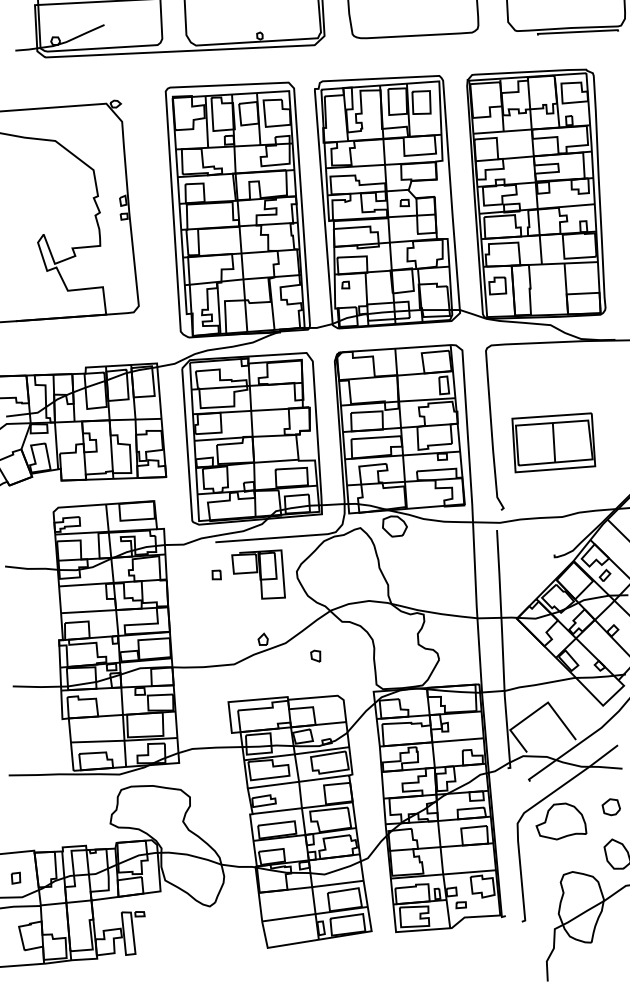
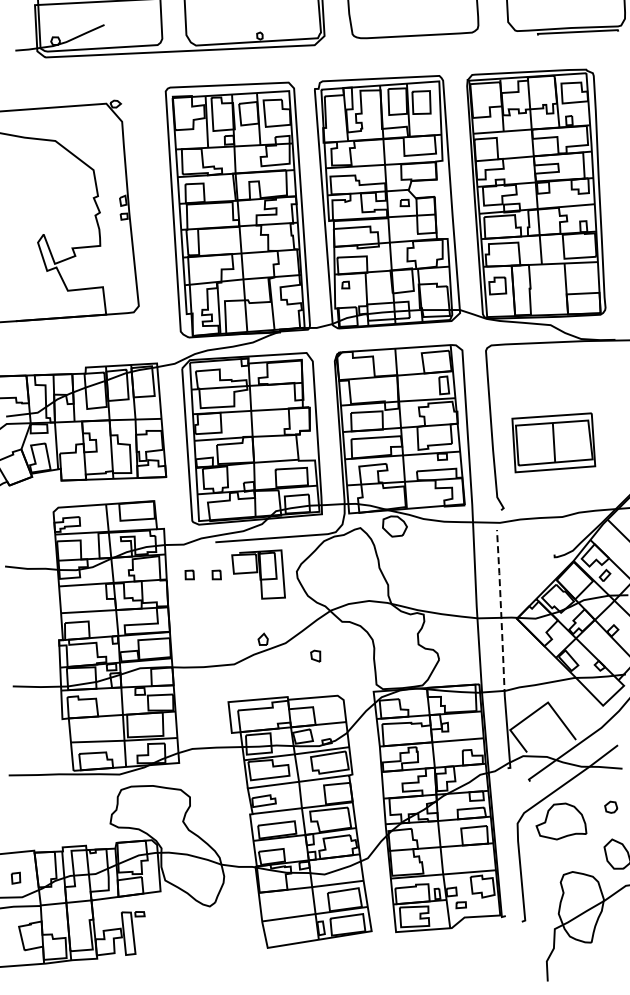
part at (189, 574): none -> present
line at (501, 612): solid -> dashed
part at (610, 807) size: 20x19 px -> 15x14 px
